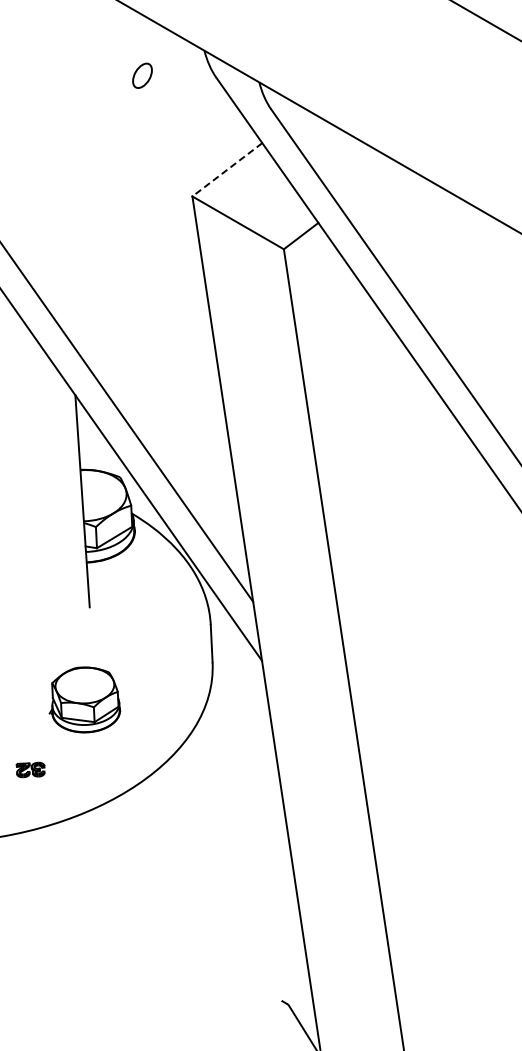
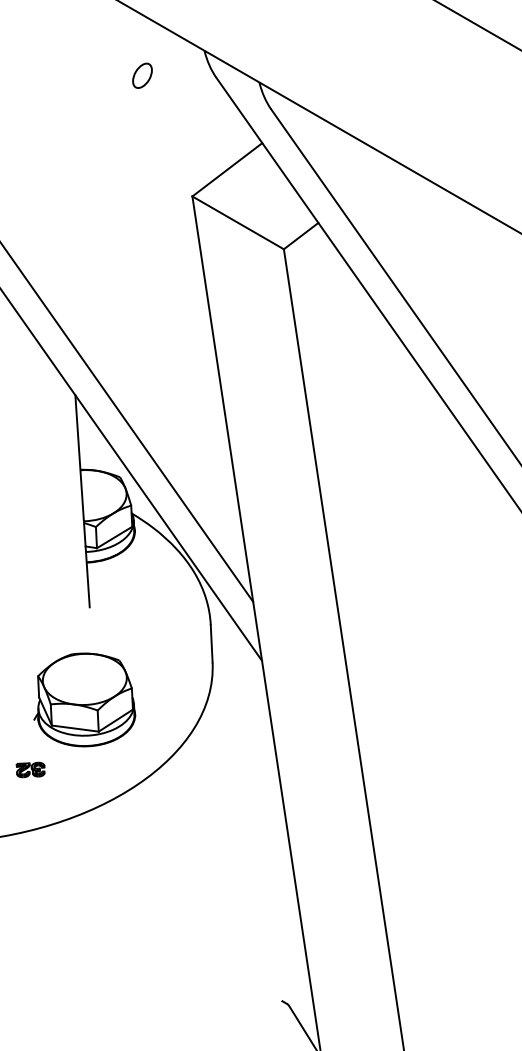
line at (485, 20) position: (485, 20) -> (477, 25)
line at (227, 169): dashed -> solid
part at (84, 699) size: 74x68 px -> 104x96 px
